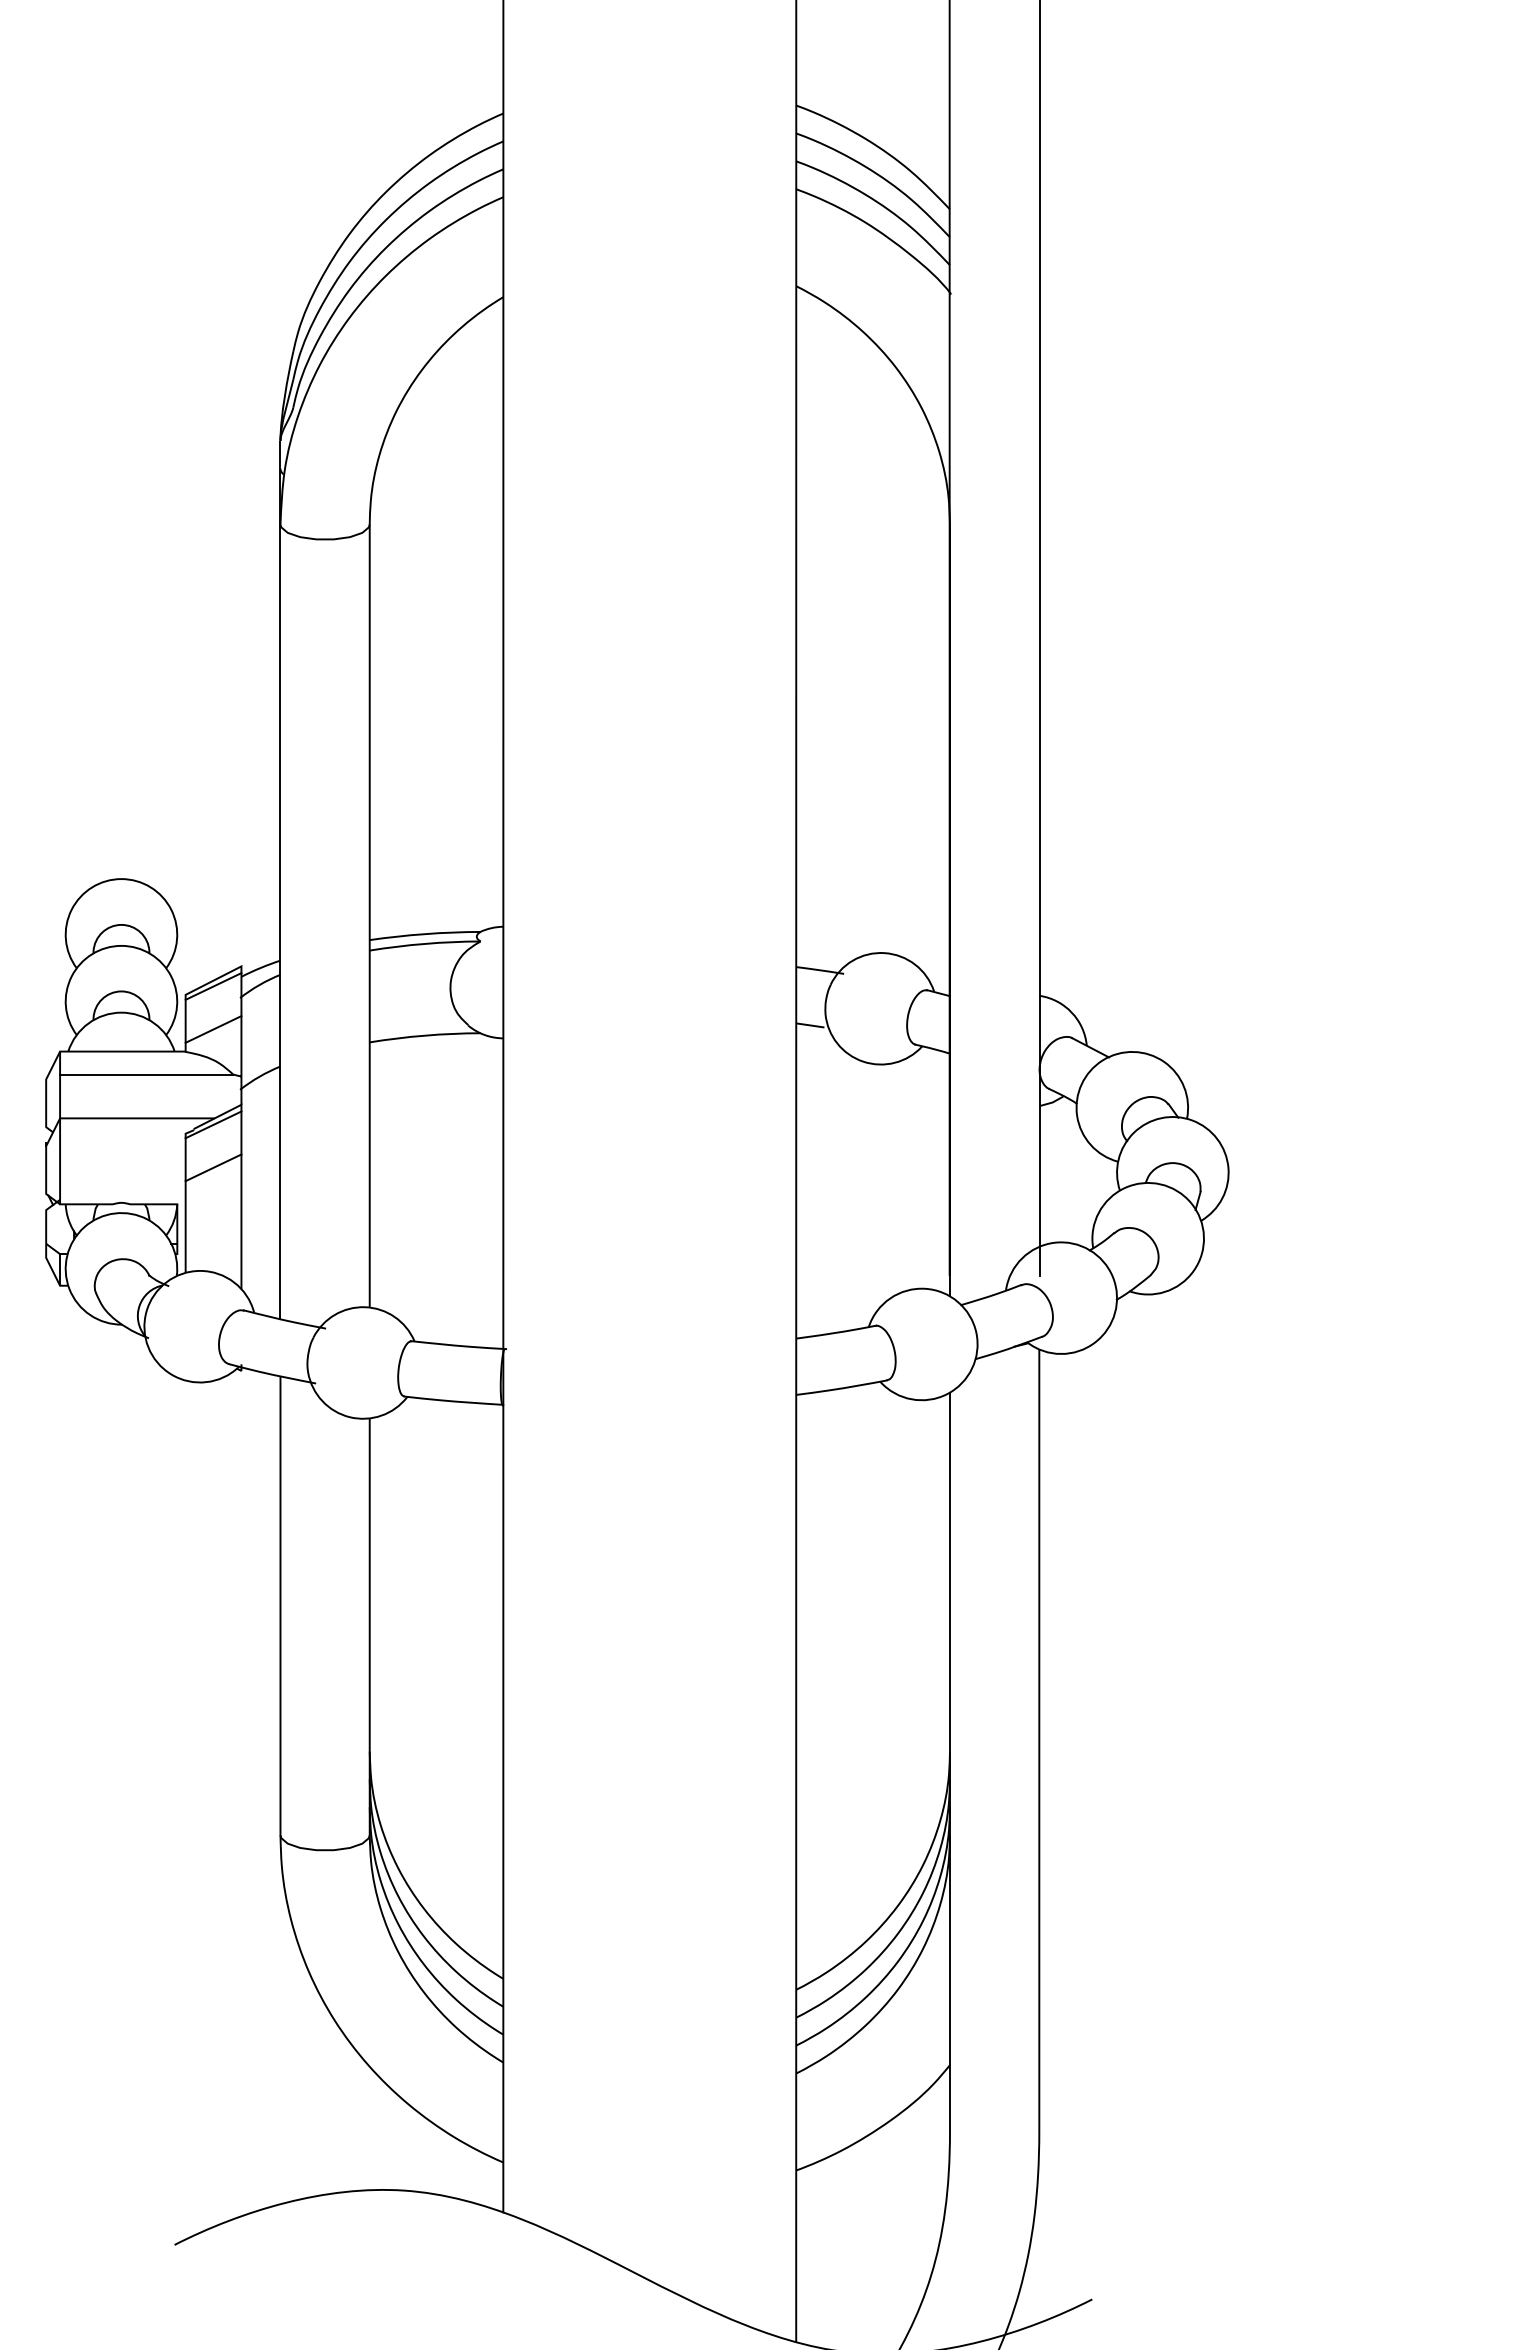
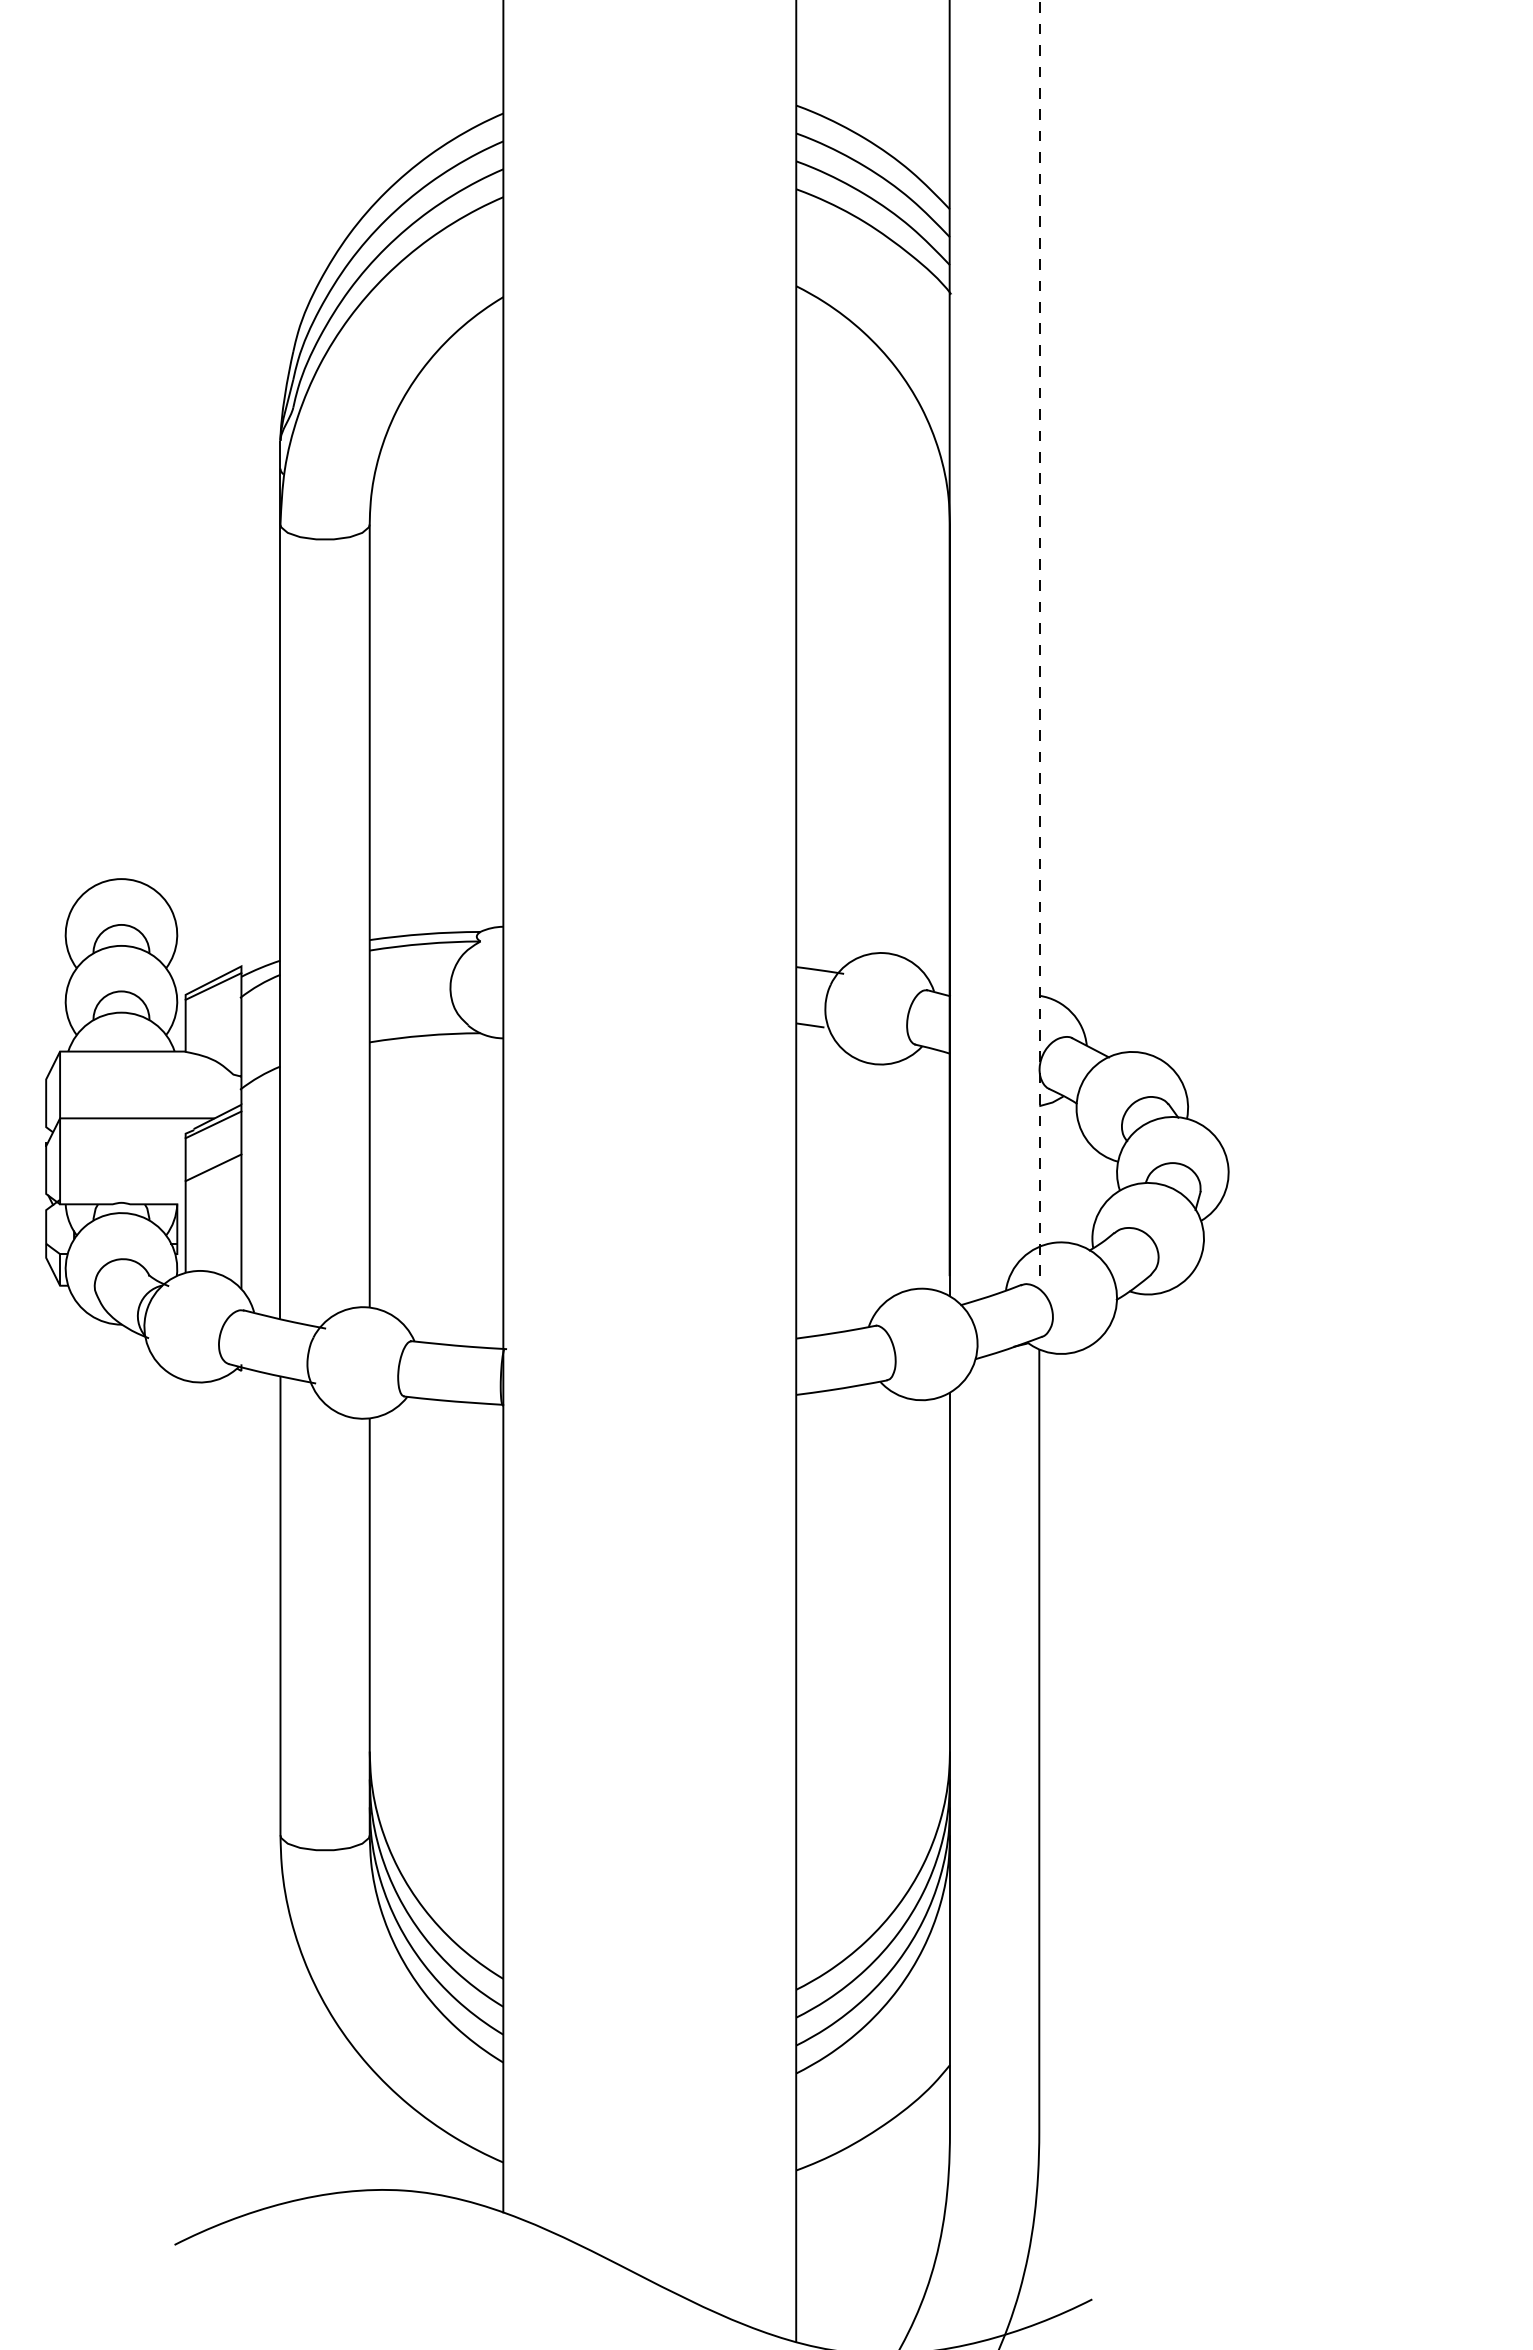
line at (1040, 638): solid -> dashed
line at (213, 1029): present -> none
line at (146, 1074): present -> none
